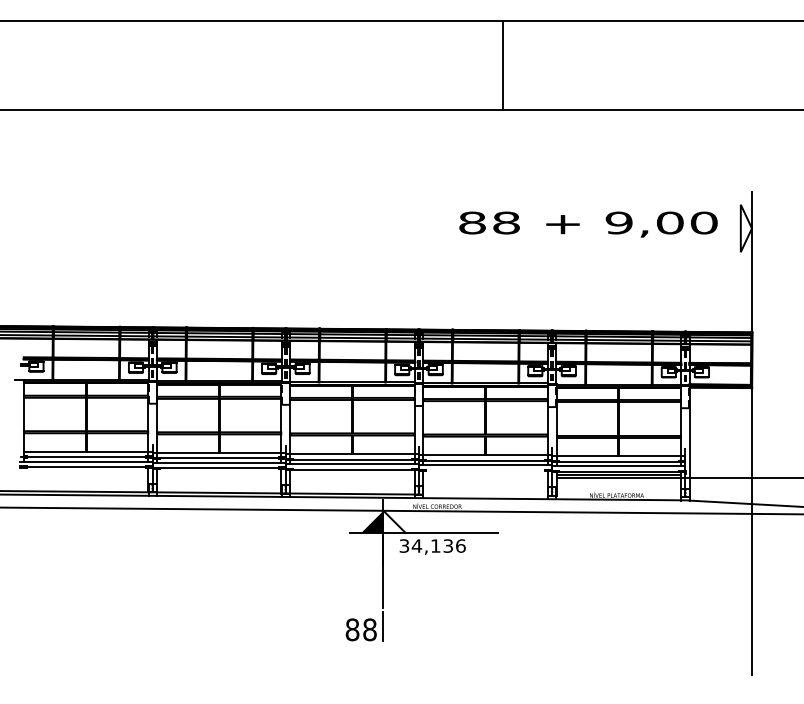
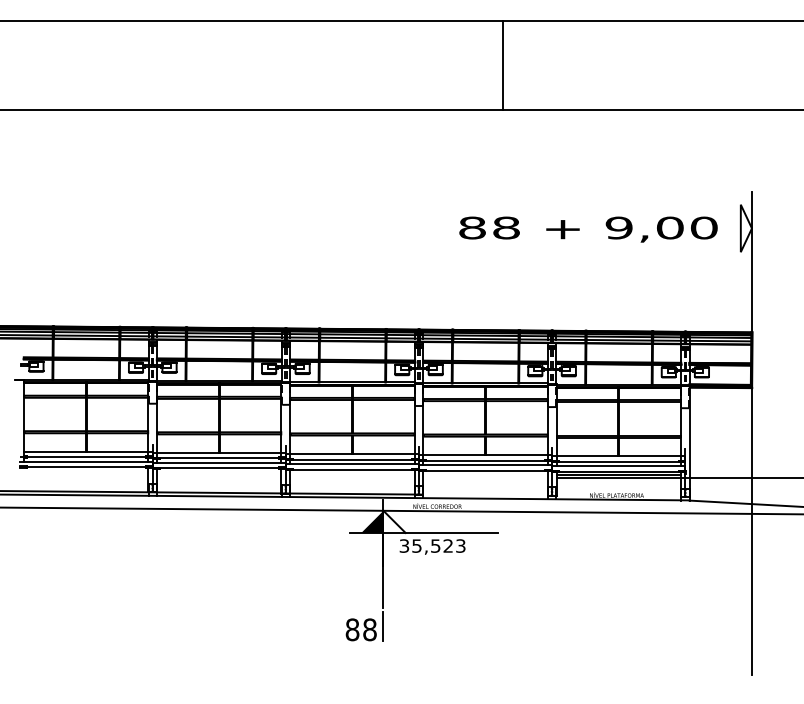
text at (588, 224) position: (588, 224) -> (588, 229)
line at (485, 470): none -> present
text at (438, 545): 34,136 -> 35,523
